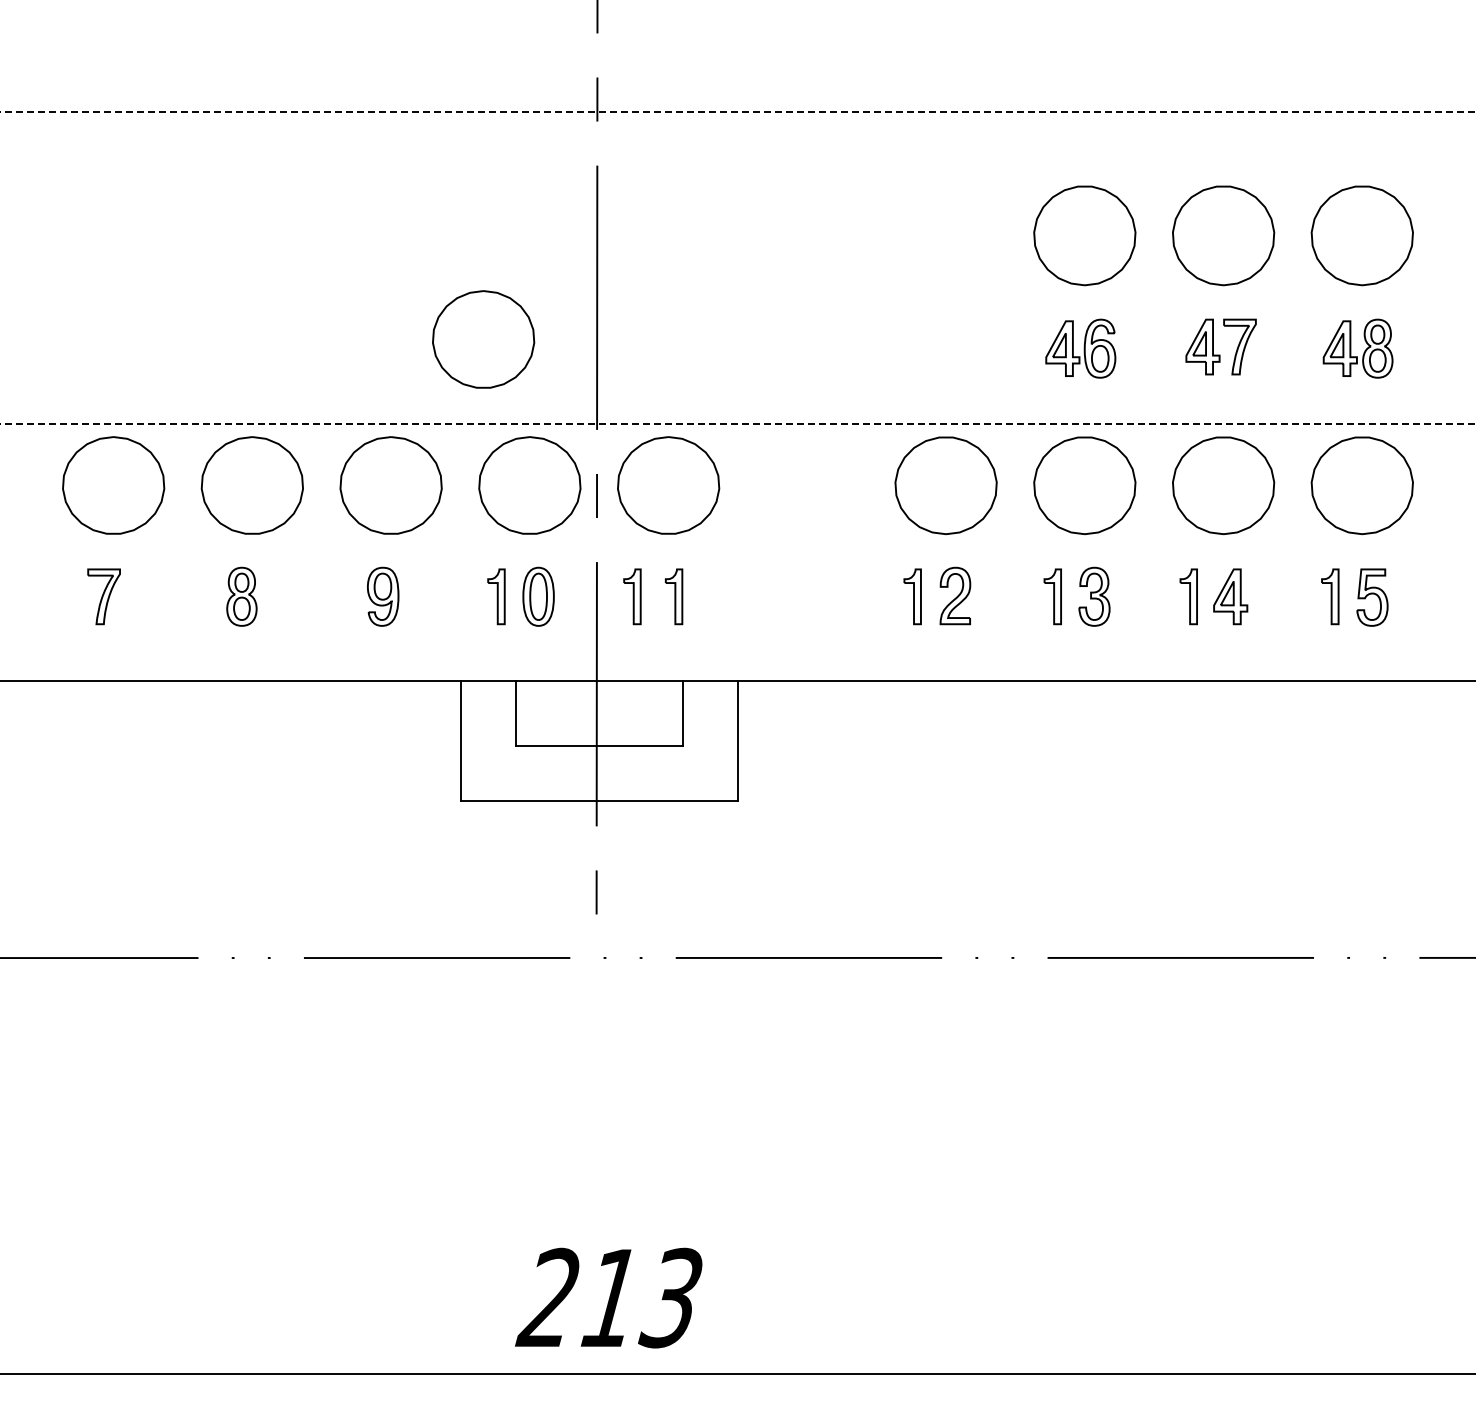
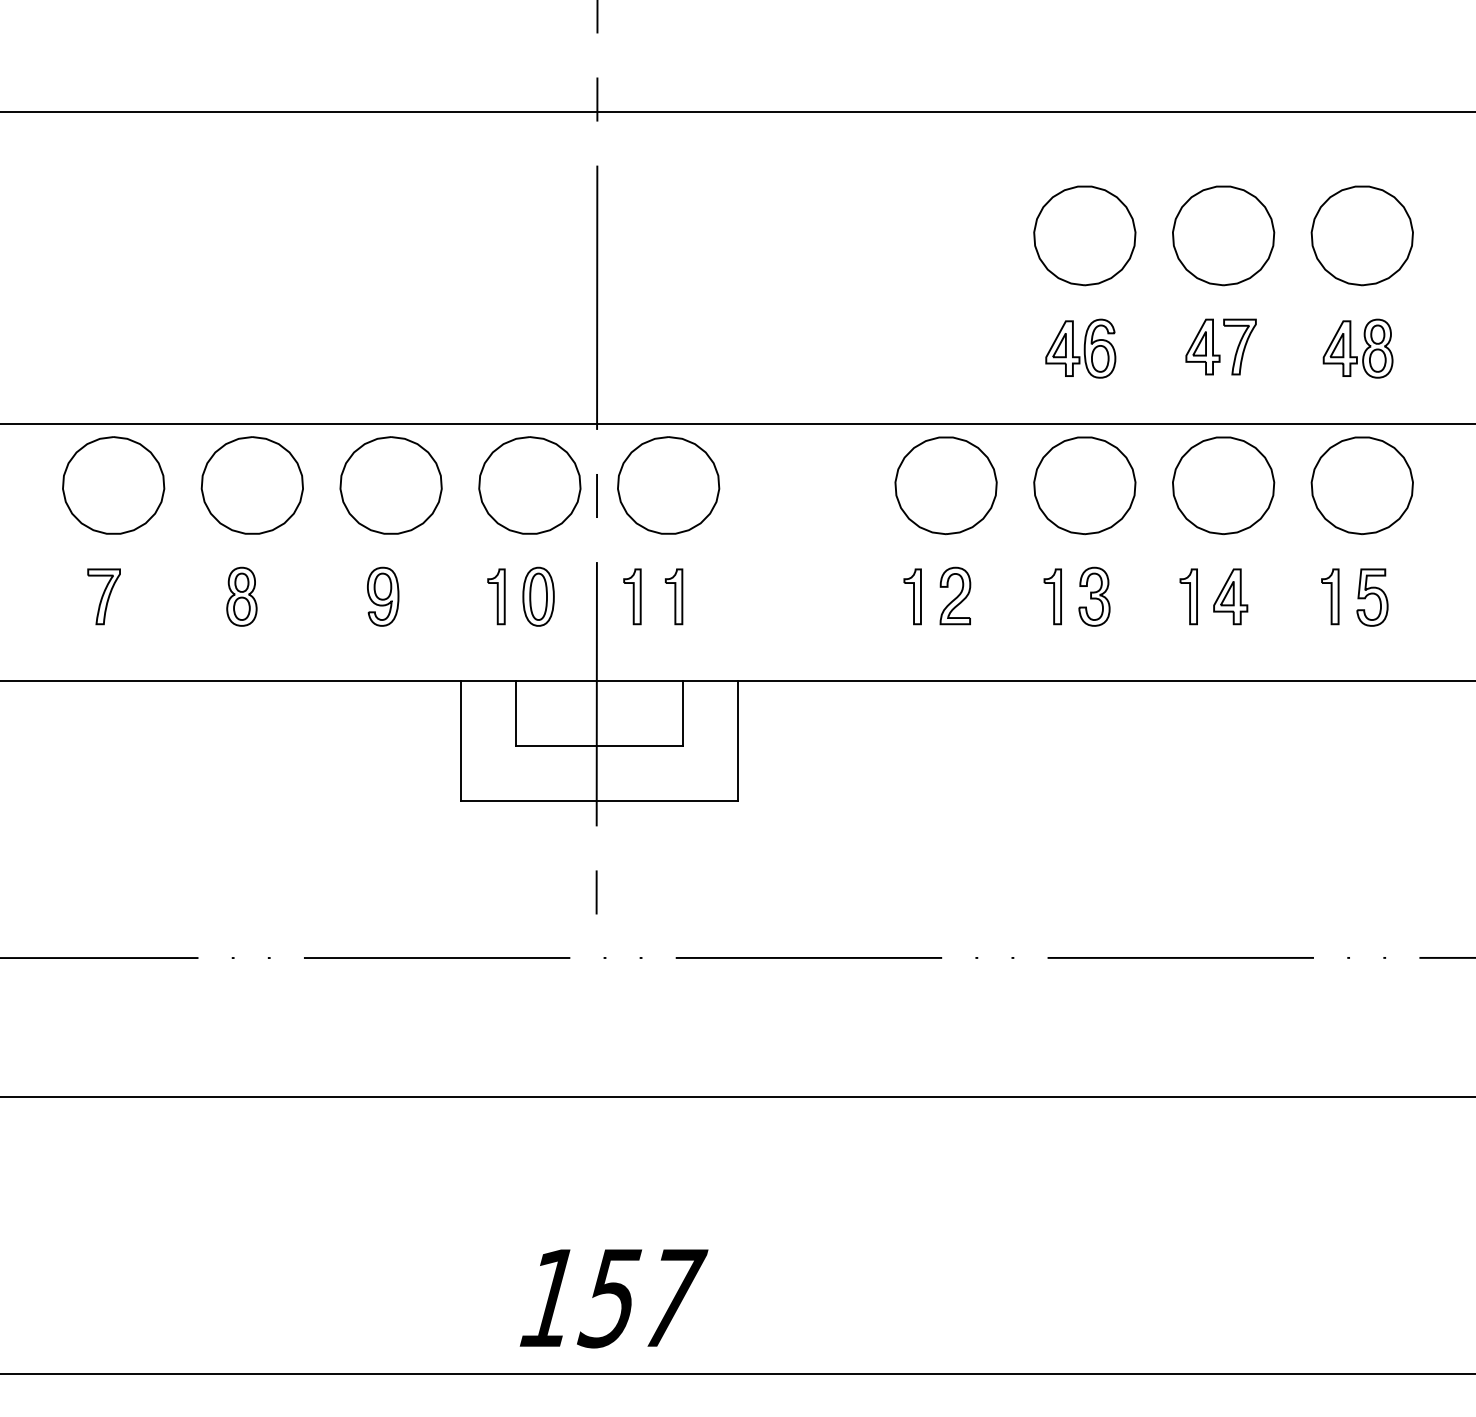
line at (738, 111): dashed -> solid
part at (483, 339): present -> none
line at (738, 424): dashed -> solid
line at (737, 1096): none -> present
text at (611, 1297): 213 -> 157
